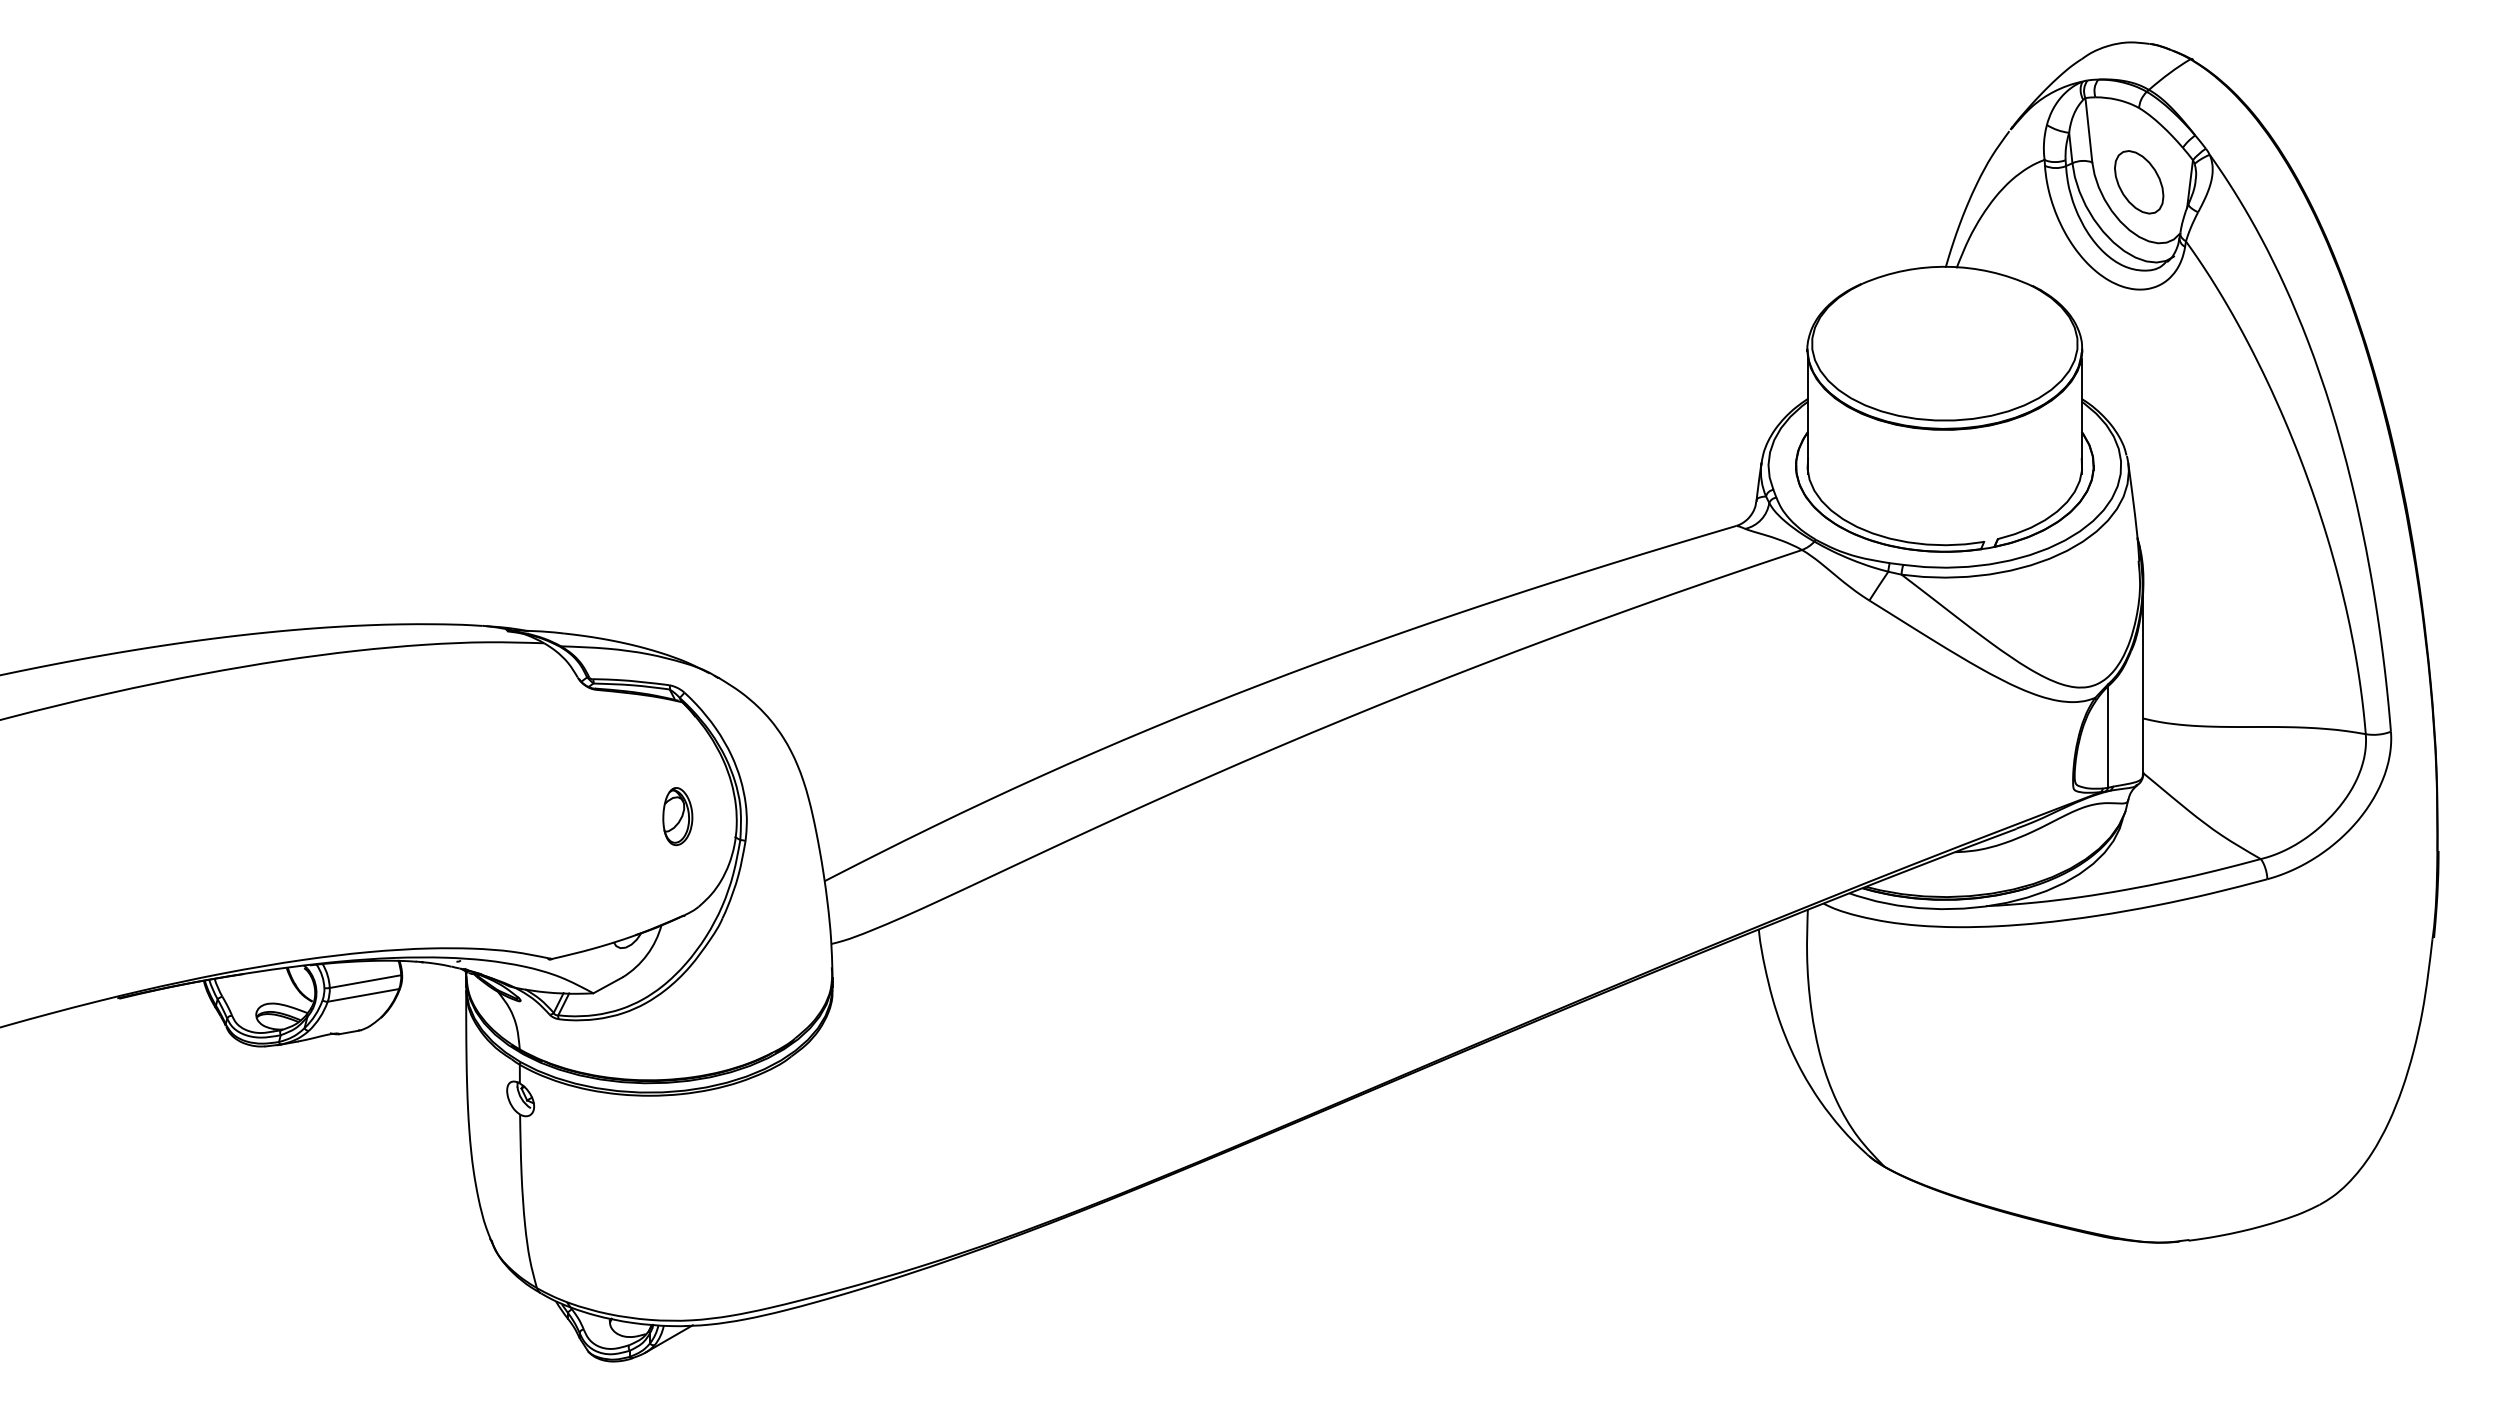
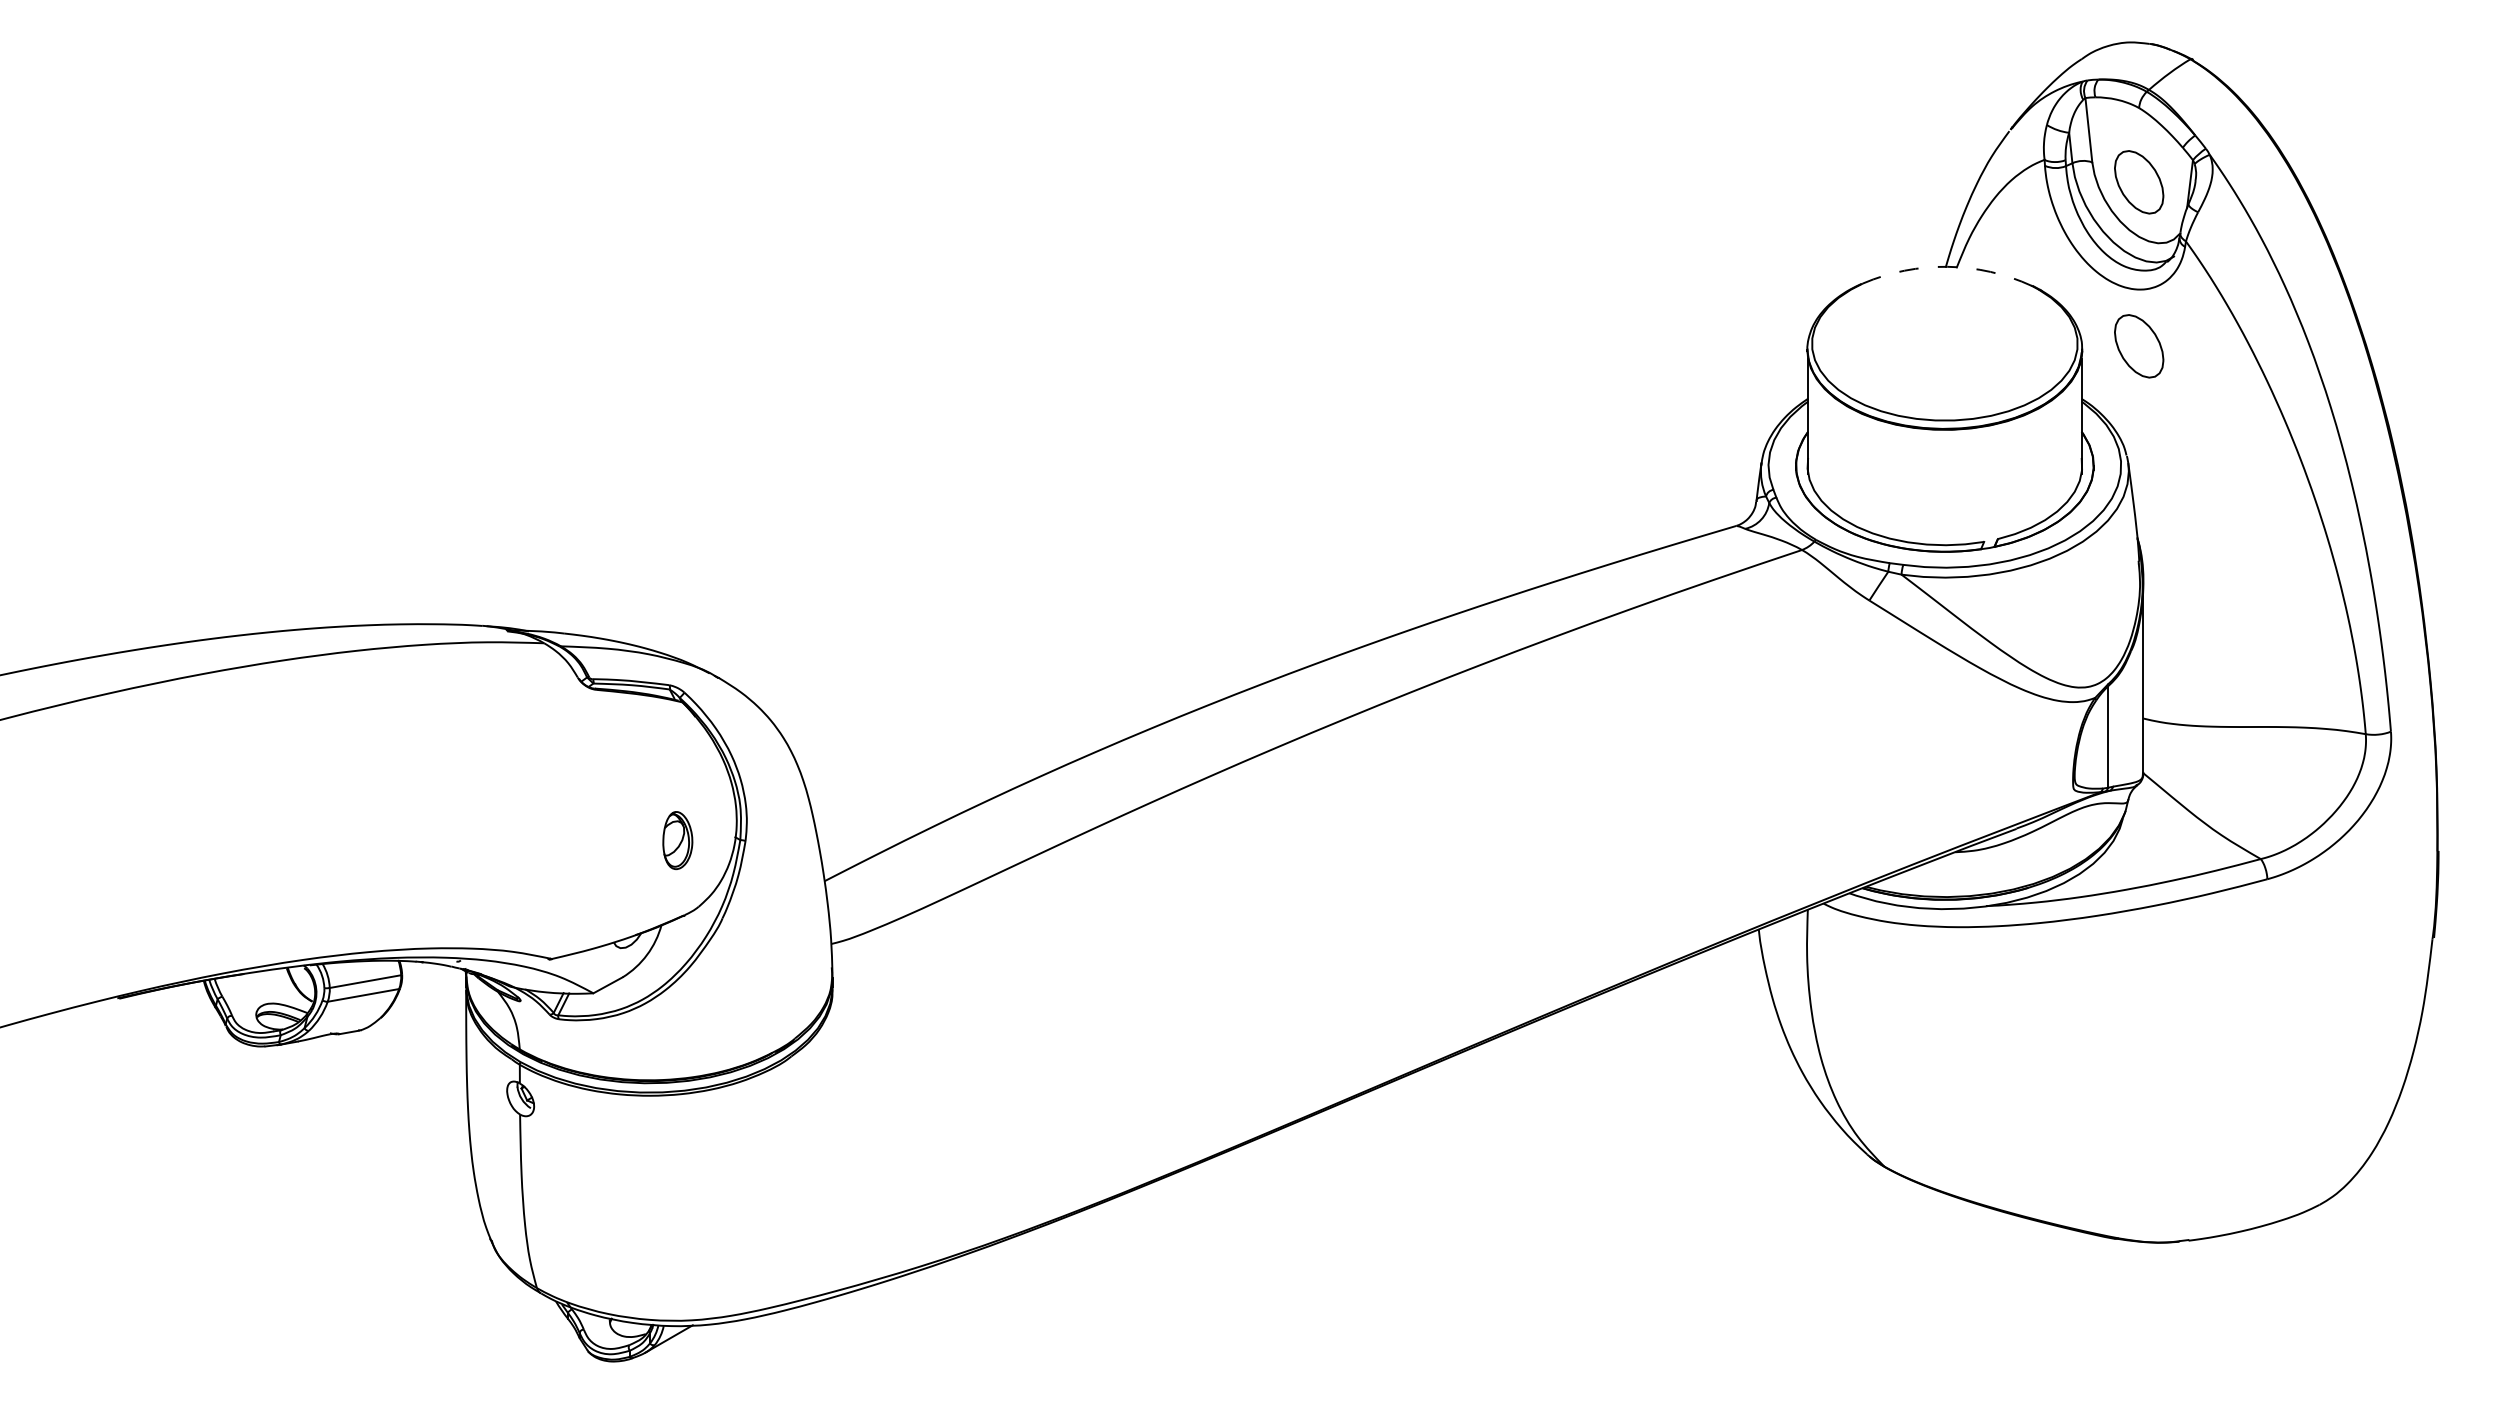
arc at (1947, 266): solid -> dashed
part at (2139, 346): none -> present
part at (677, 816) position: (677, 816) -> (677, 840)
